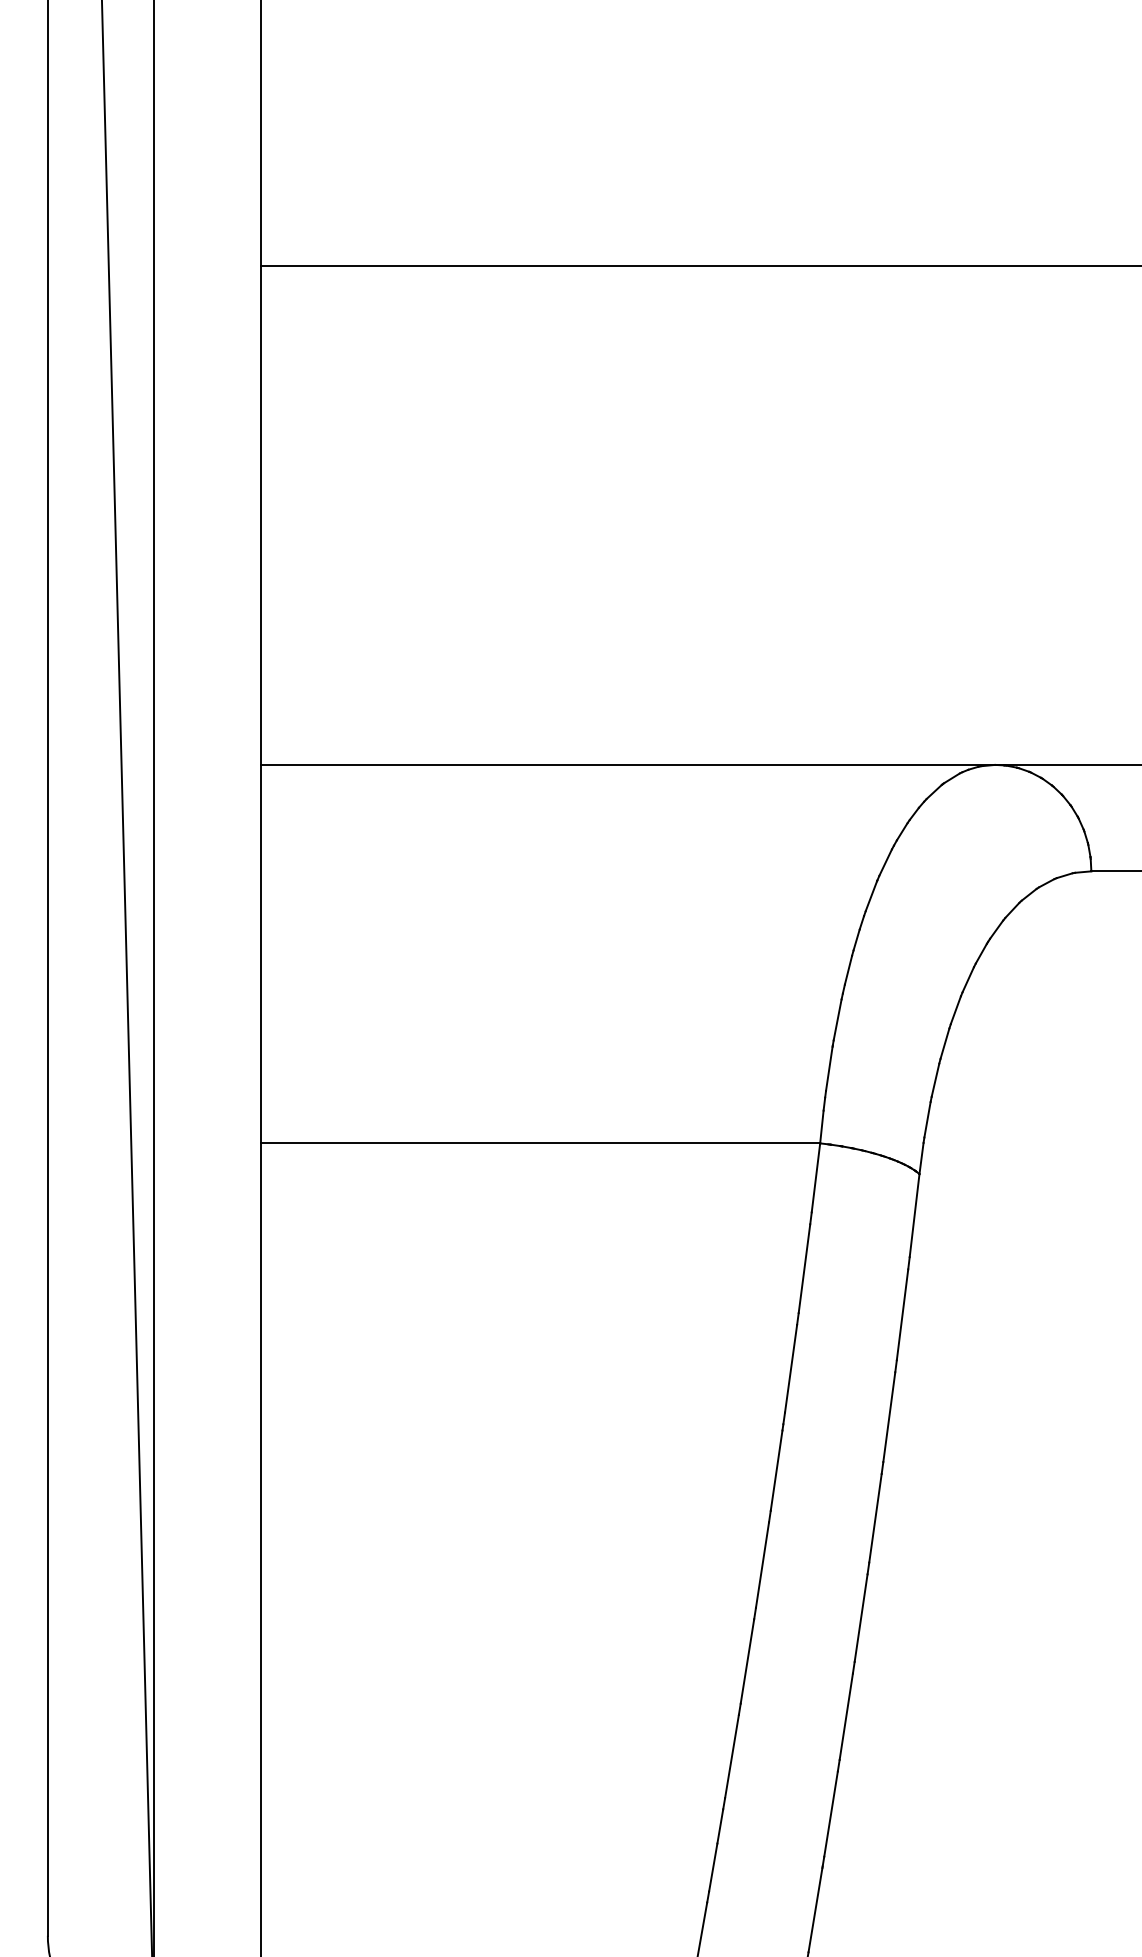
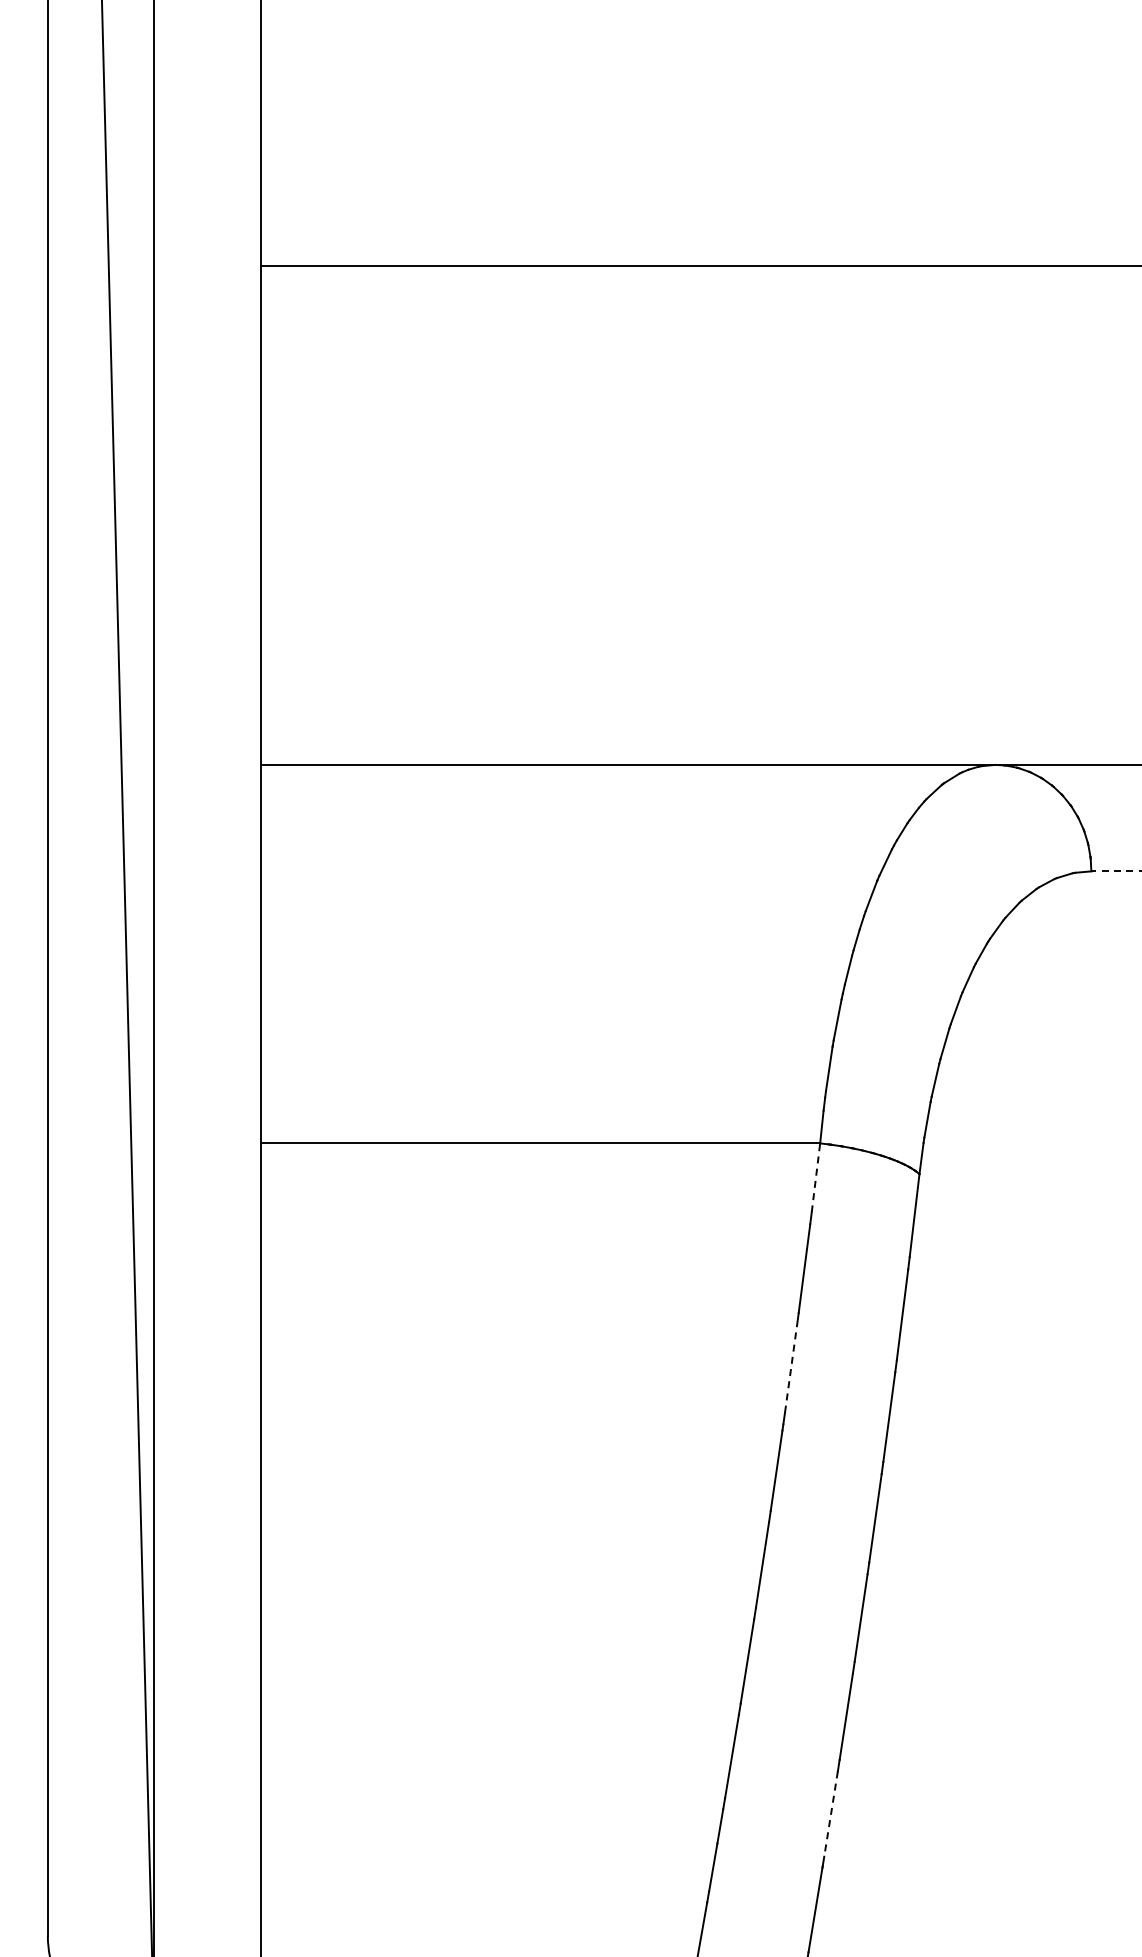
line at (1116, 871): solid -> dashed
line at (815, 1177): solid -> dashed
line at (791, 1368): solid -> dashed
line at (830, 1814): solid -> dashed
